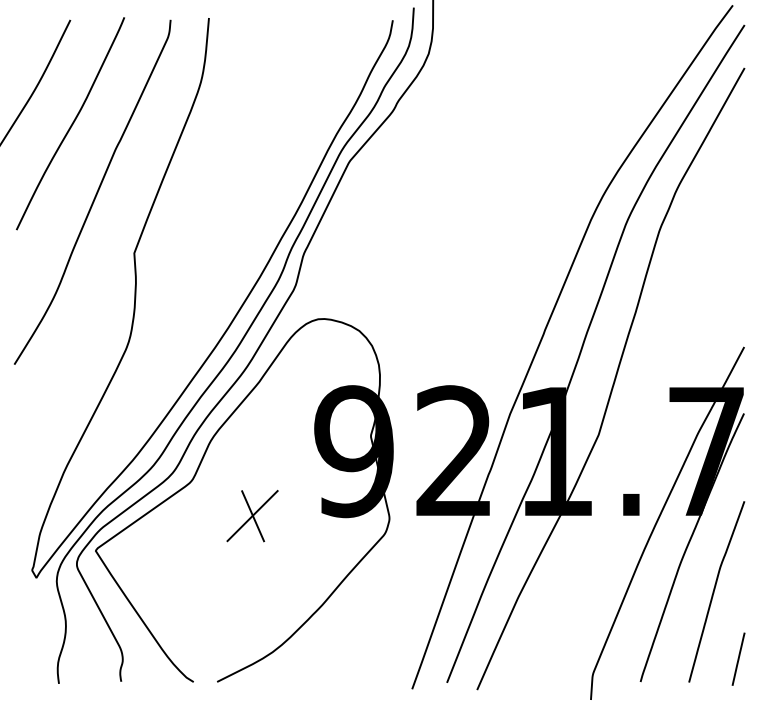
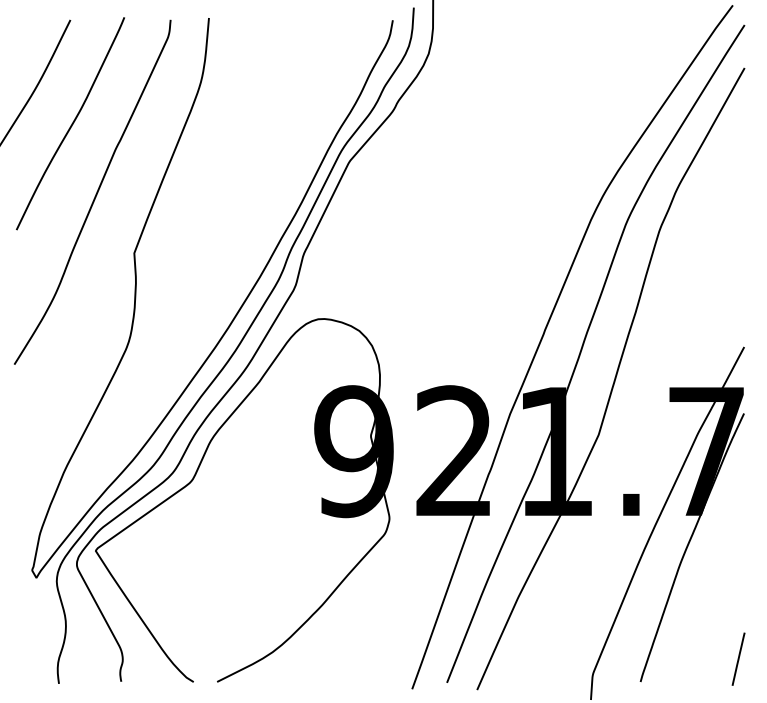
part at (252, 516): present -> none
curve at (714, 591): present -> none
